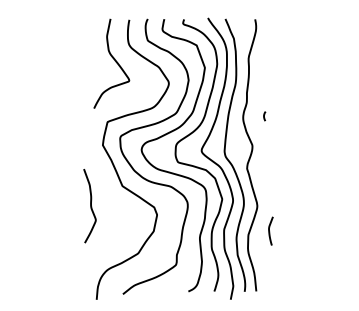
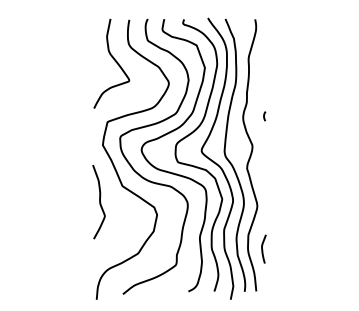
curve at (90, 206) position: (90, 206) -> (99, 202)
curve at (269, 230) position: (269, 230) -> (262, 248)
